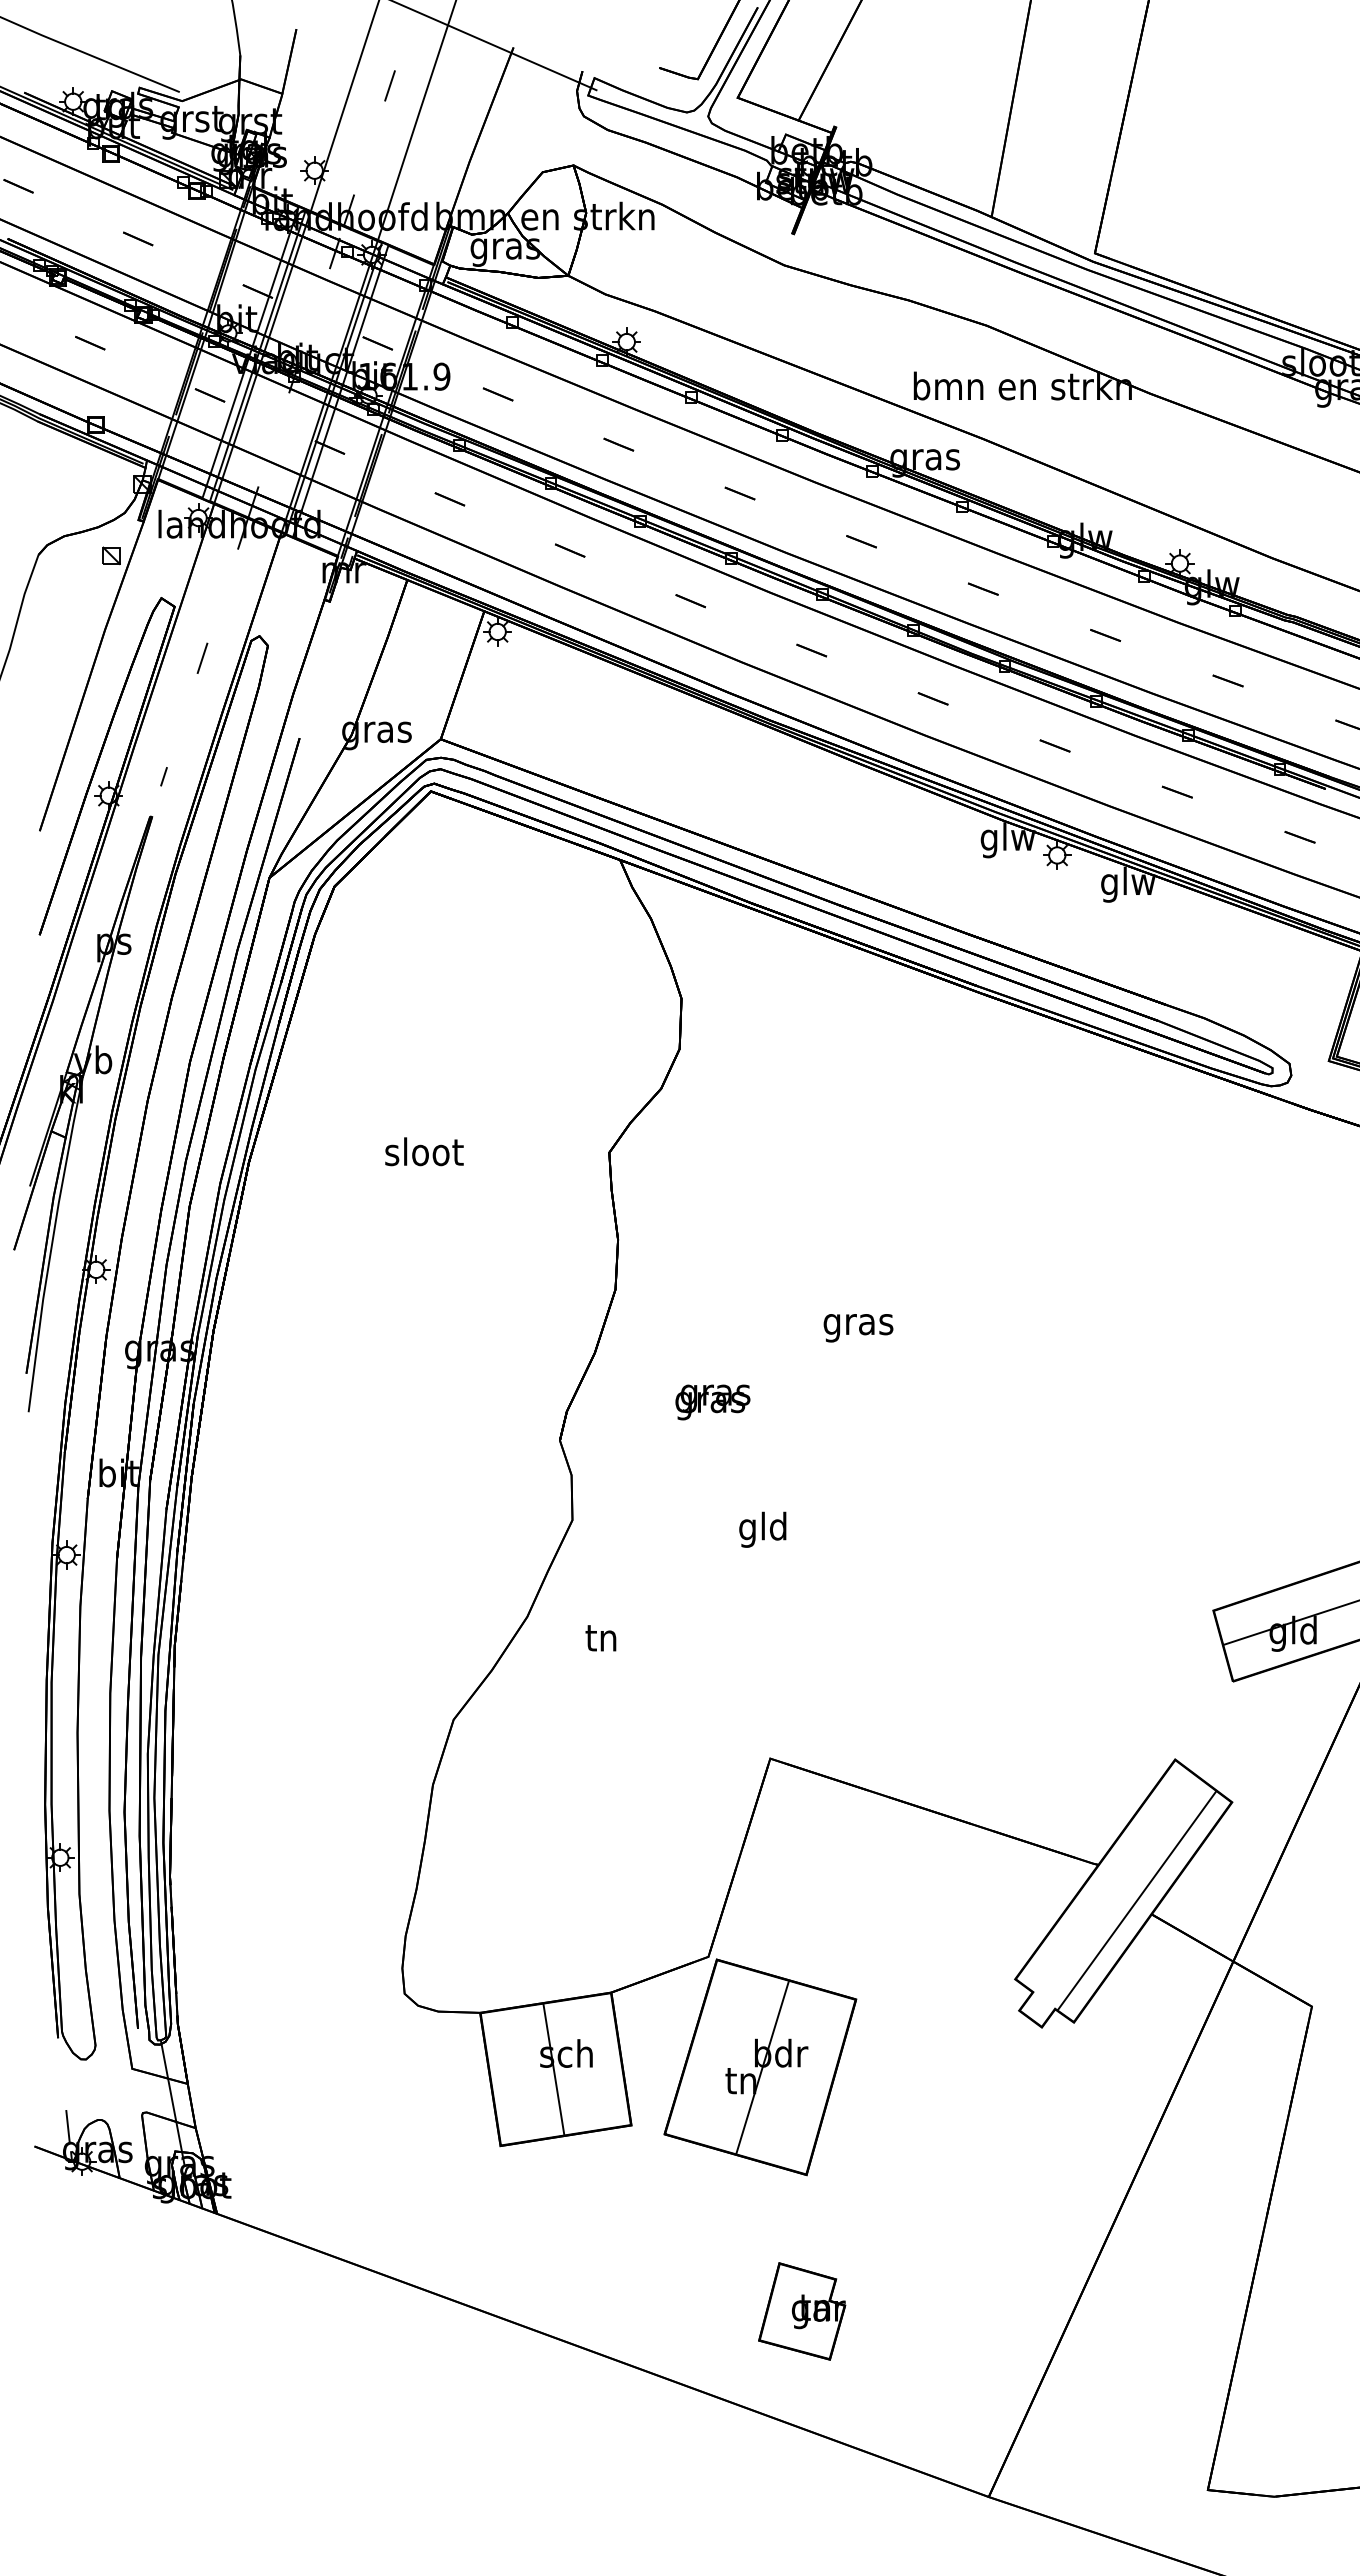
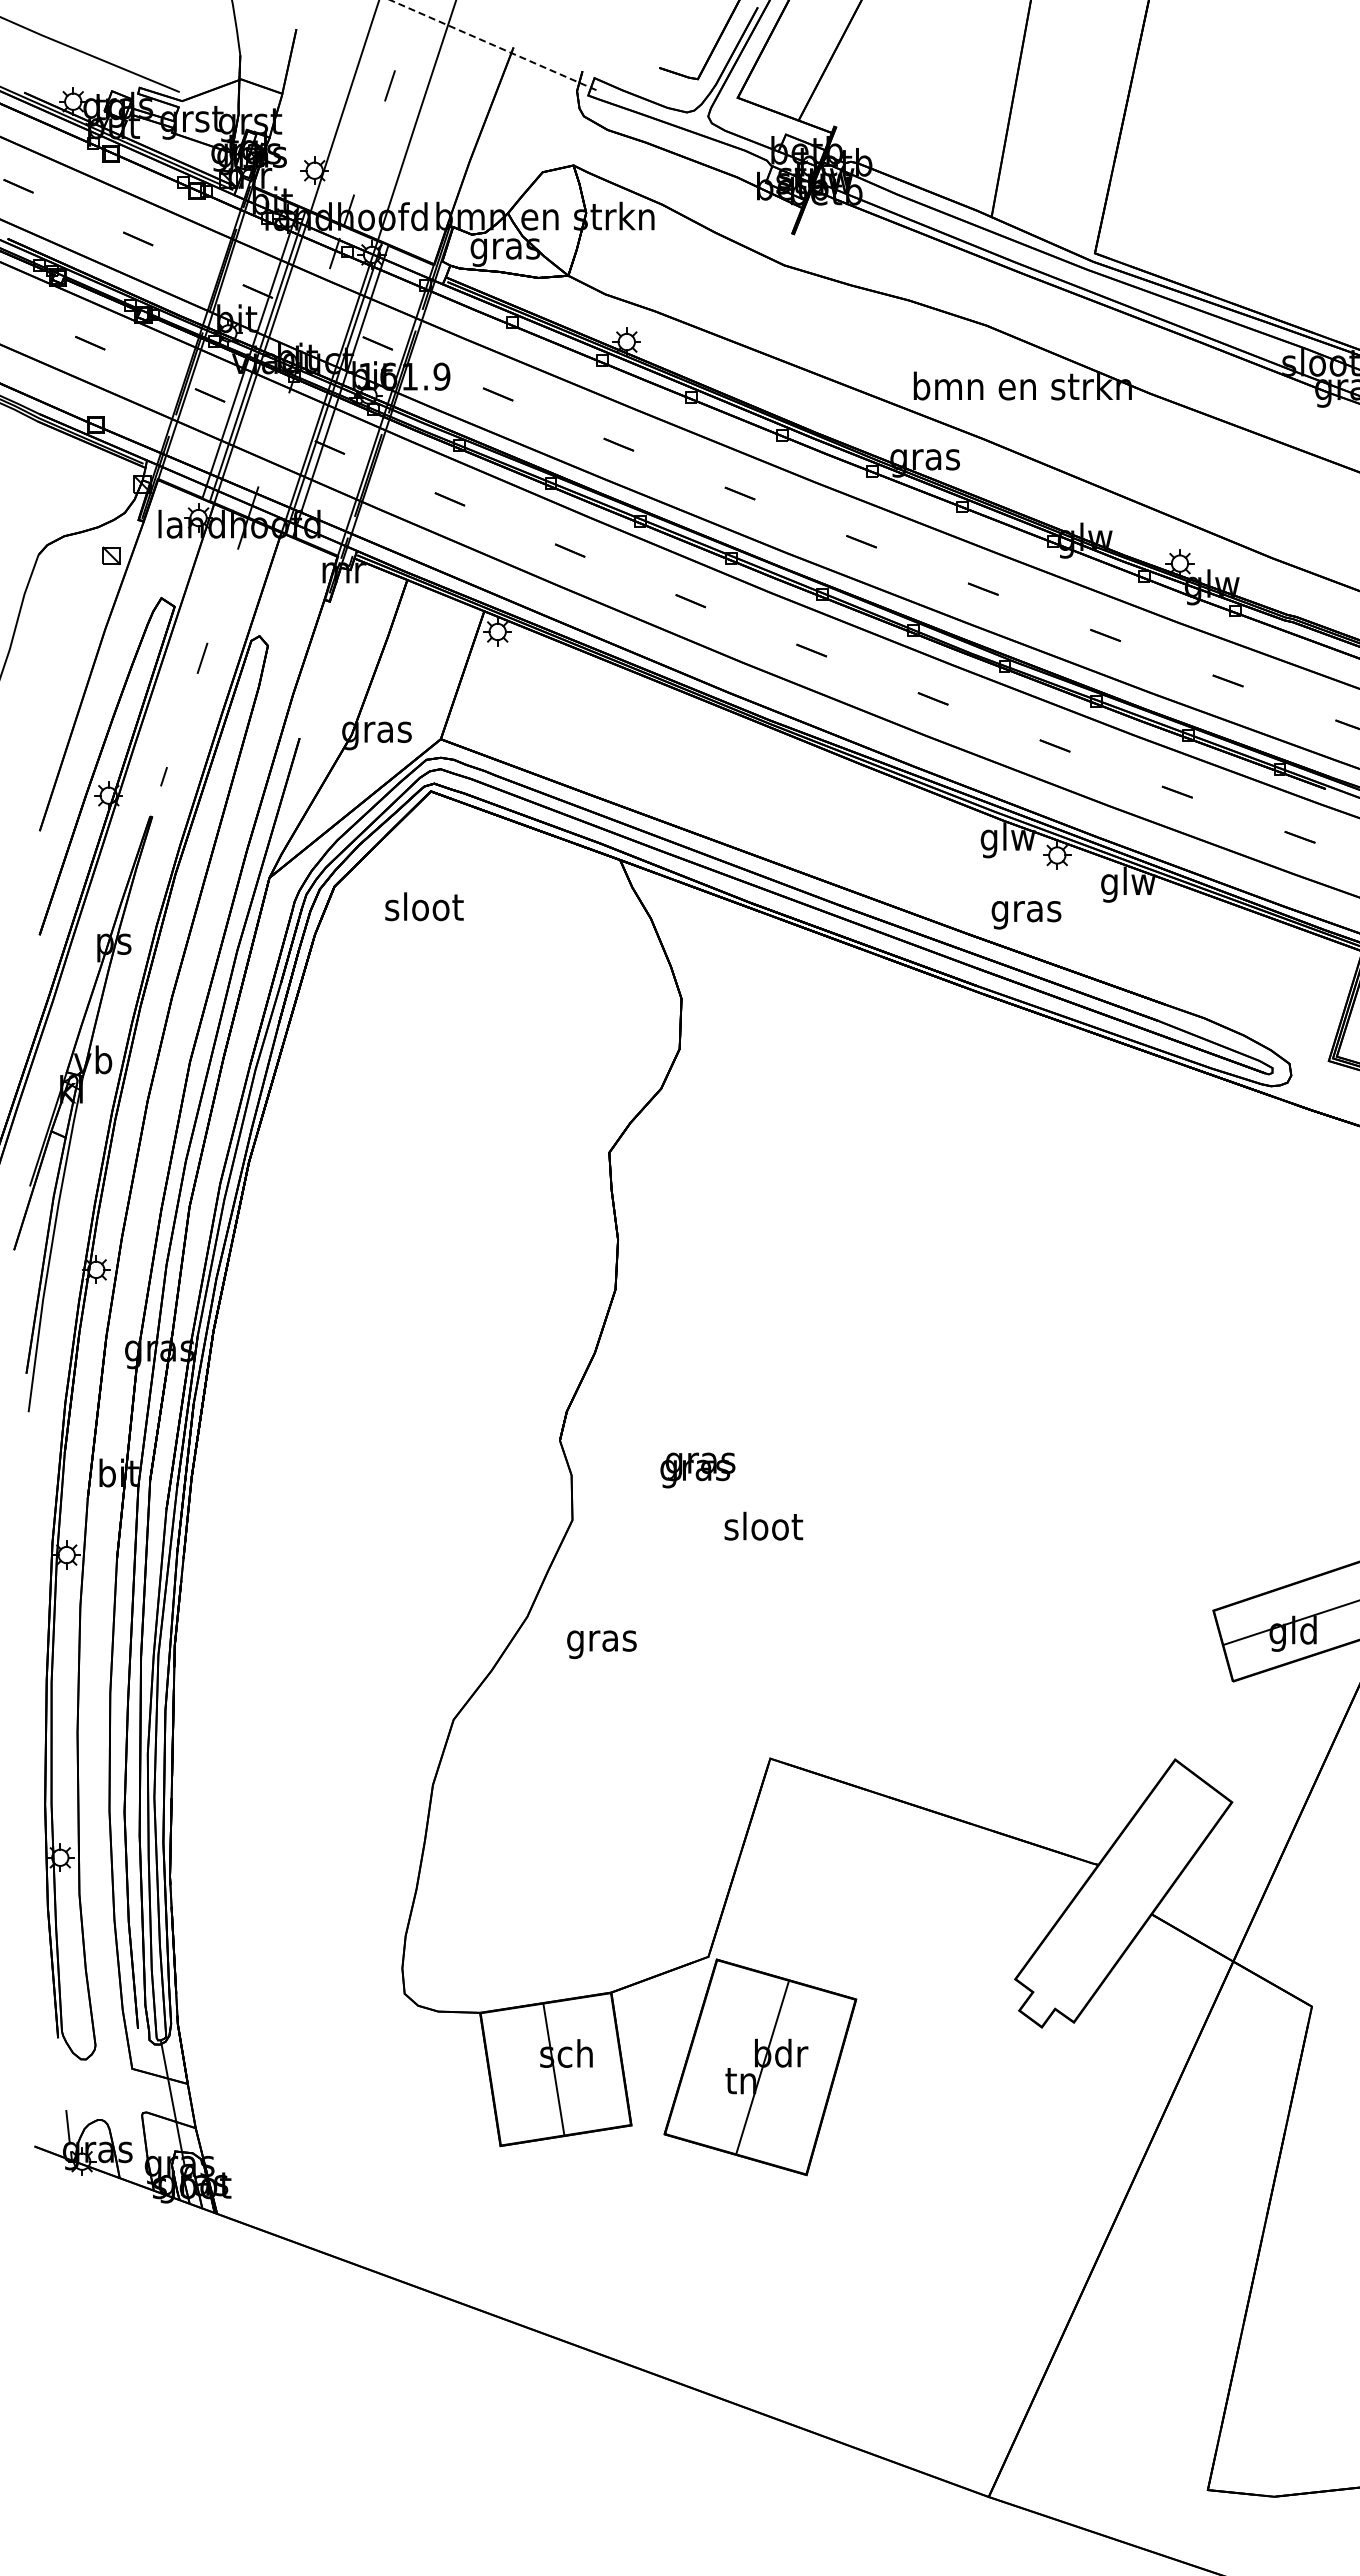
line at (493, 45): solid -> dashed
text at (424, 1151) position: (424, 1151) -> (424, 906)
text at (858, 1328) position: (858, 1328) -> (1026, 915)
text at (712, 1402) position: (712, 1402) -> (697, 1470)
text at (763, 1529): gld -> sloot
text at (601, 1642): tn -> gras
line at (1137, 1900): present -> none
part at (802, 2311): present -> none
